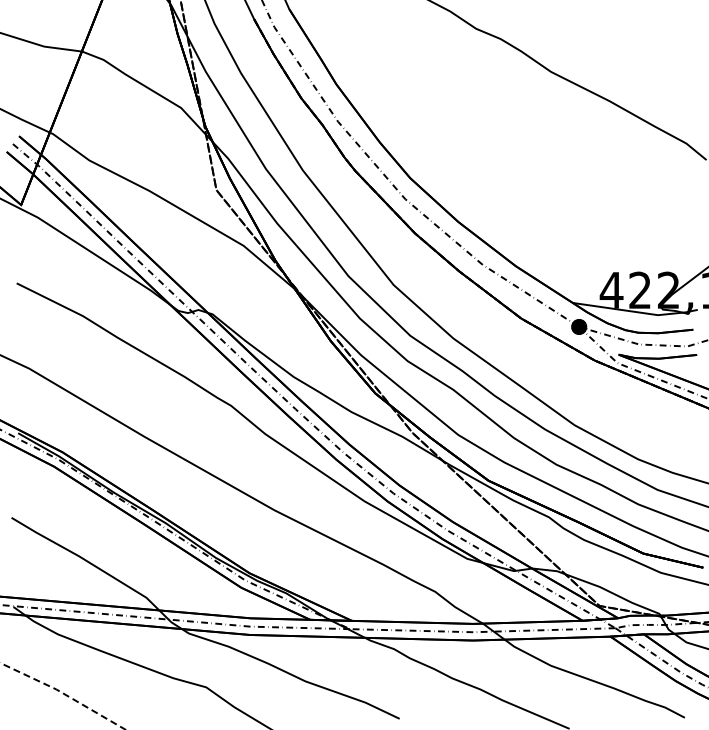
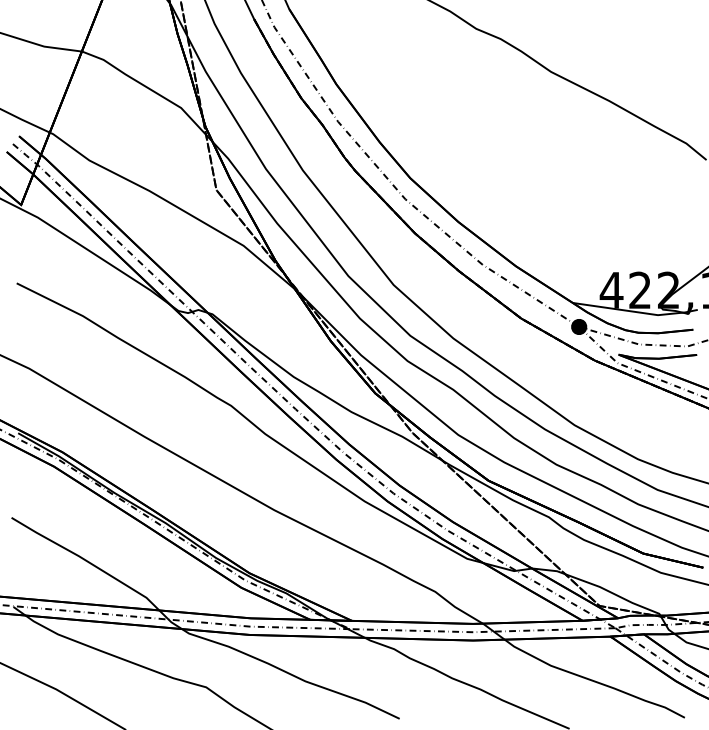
line at (63, 693): dashed -> solid
